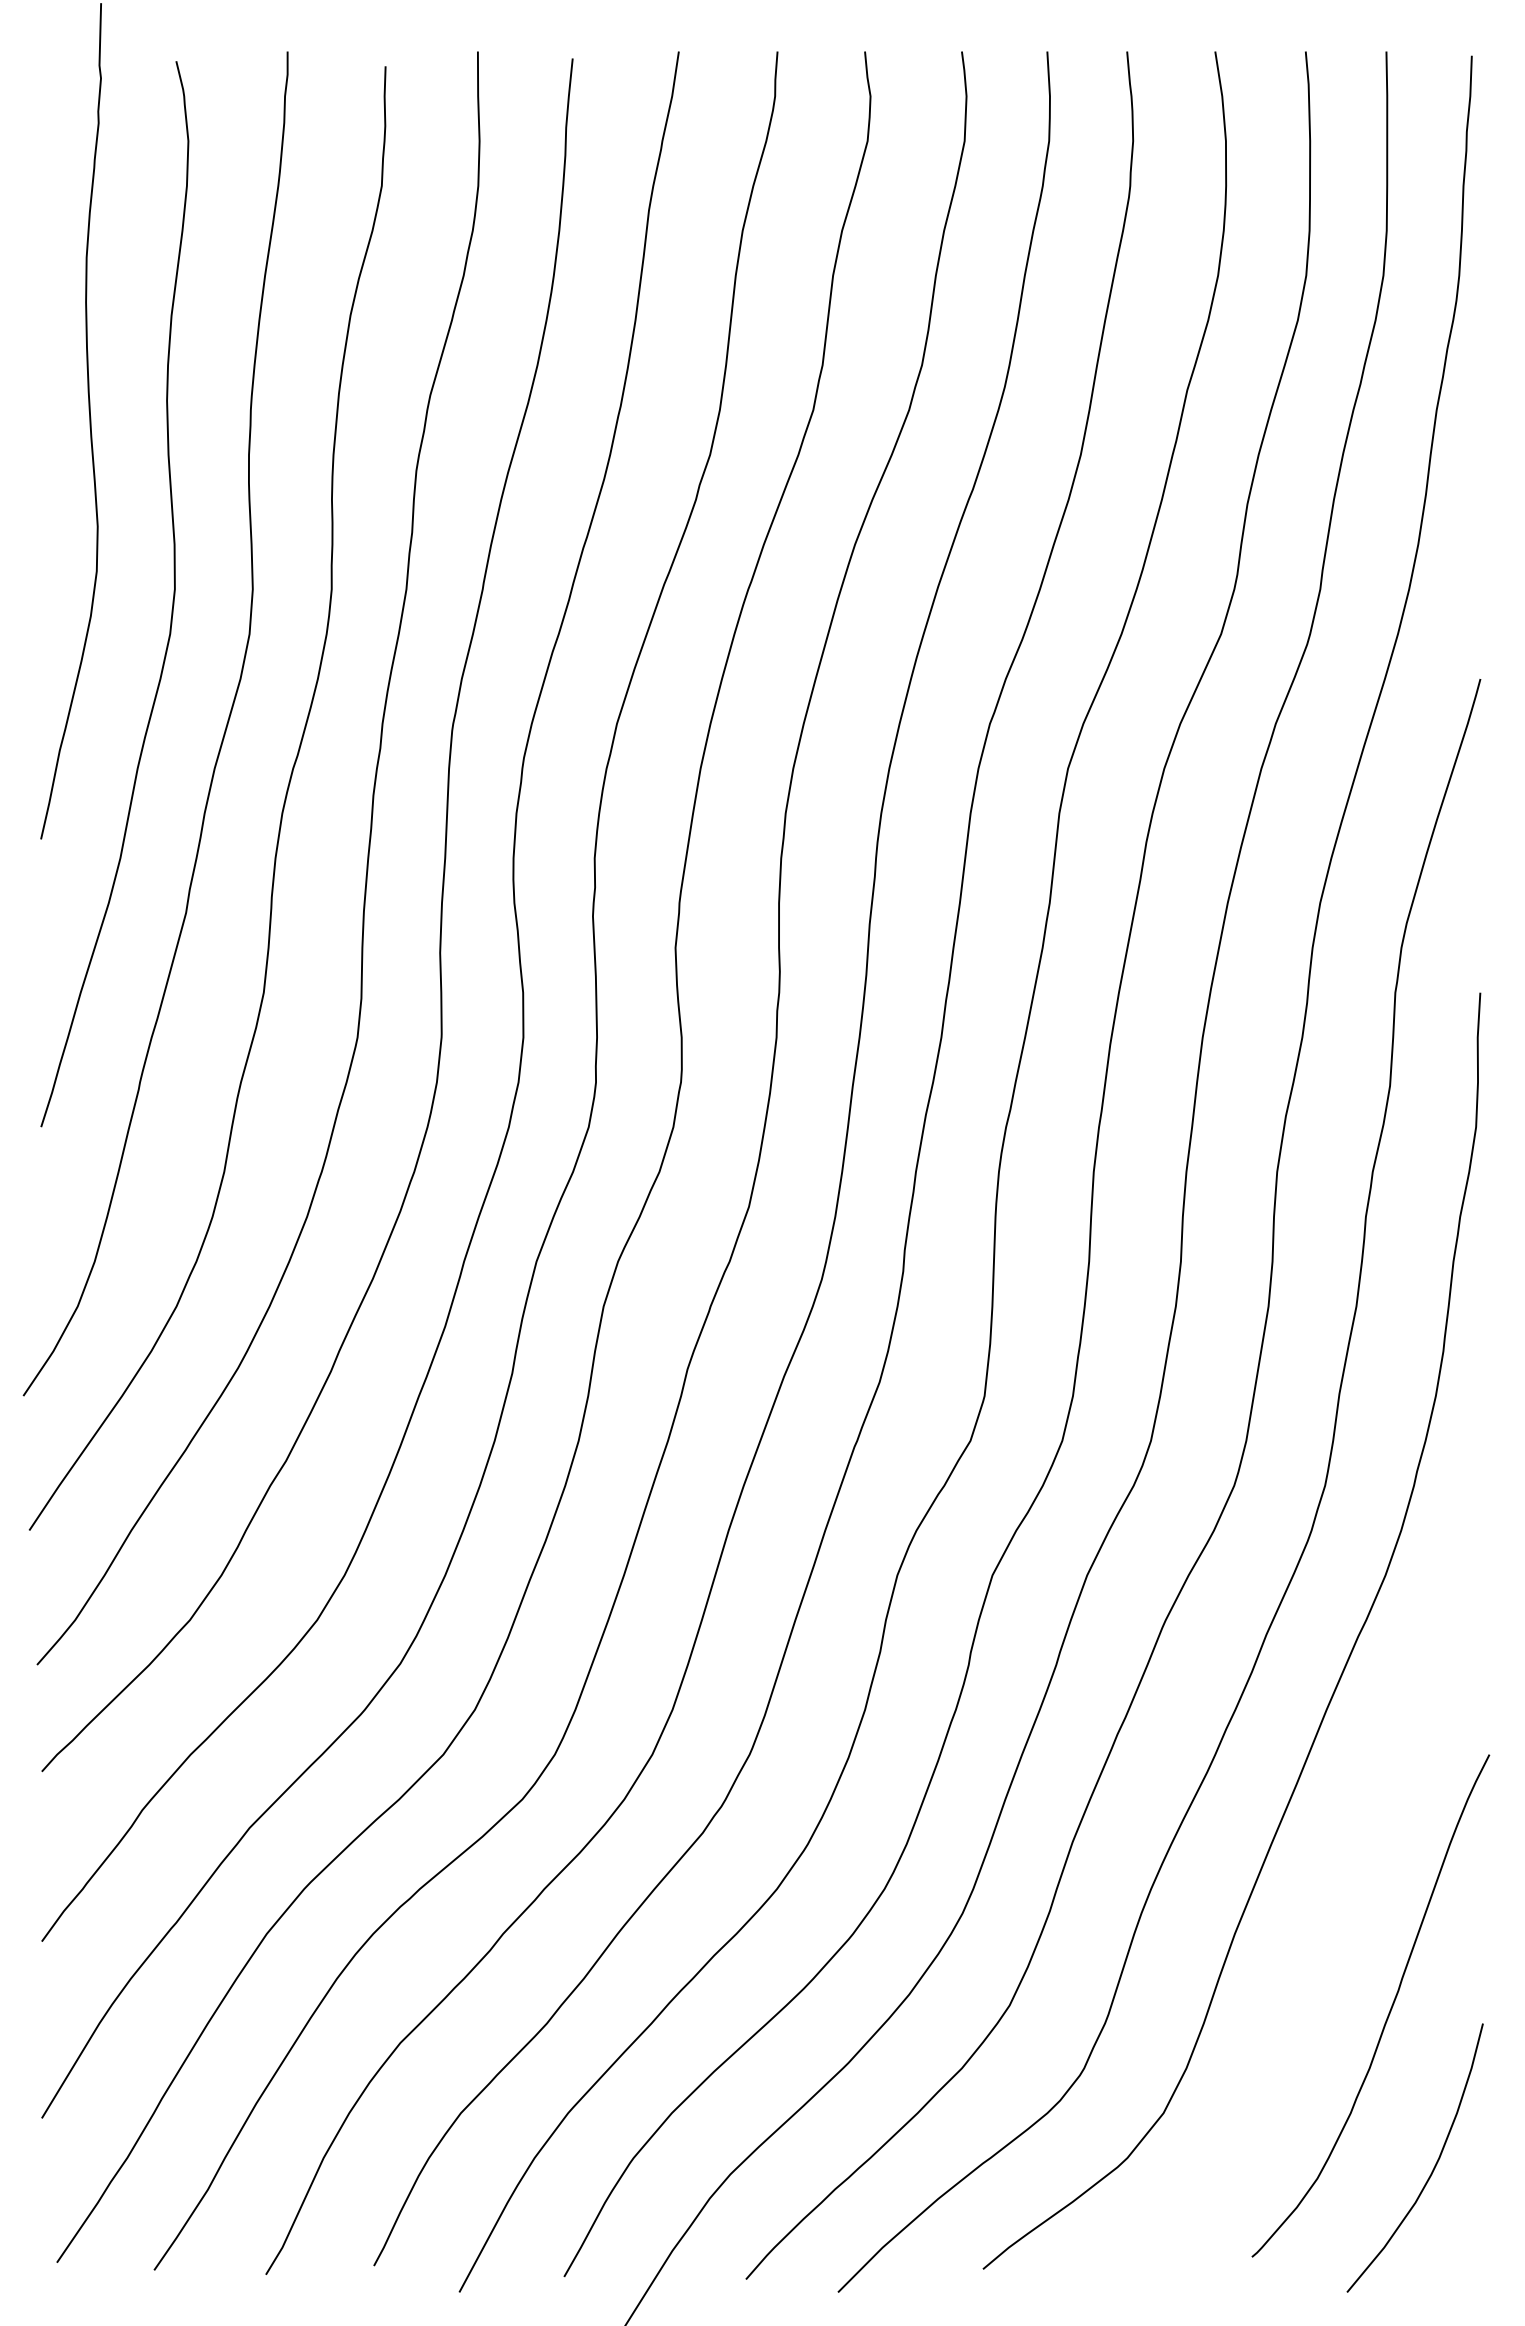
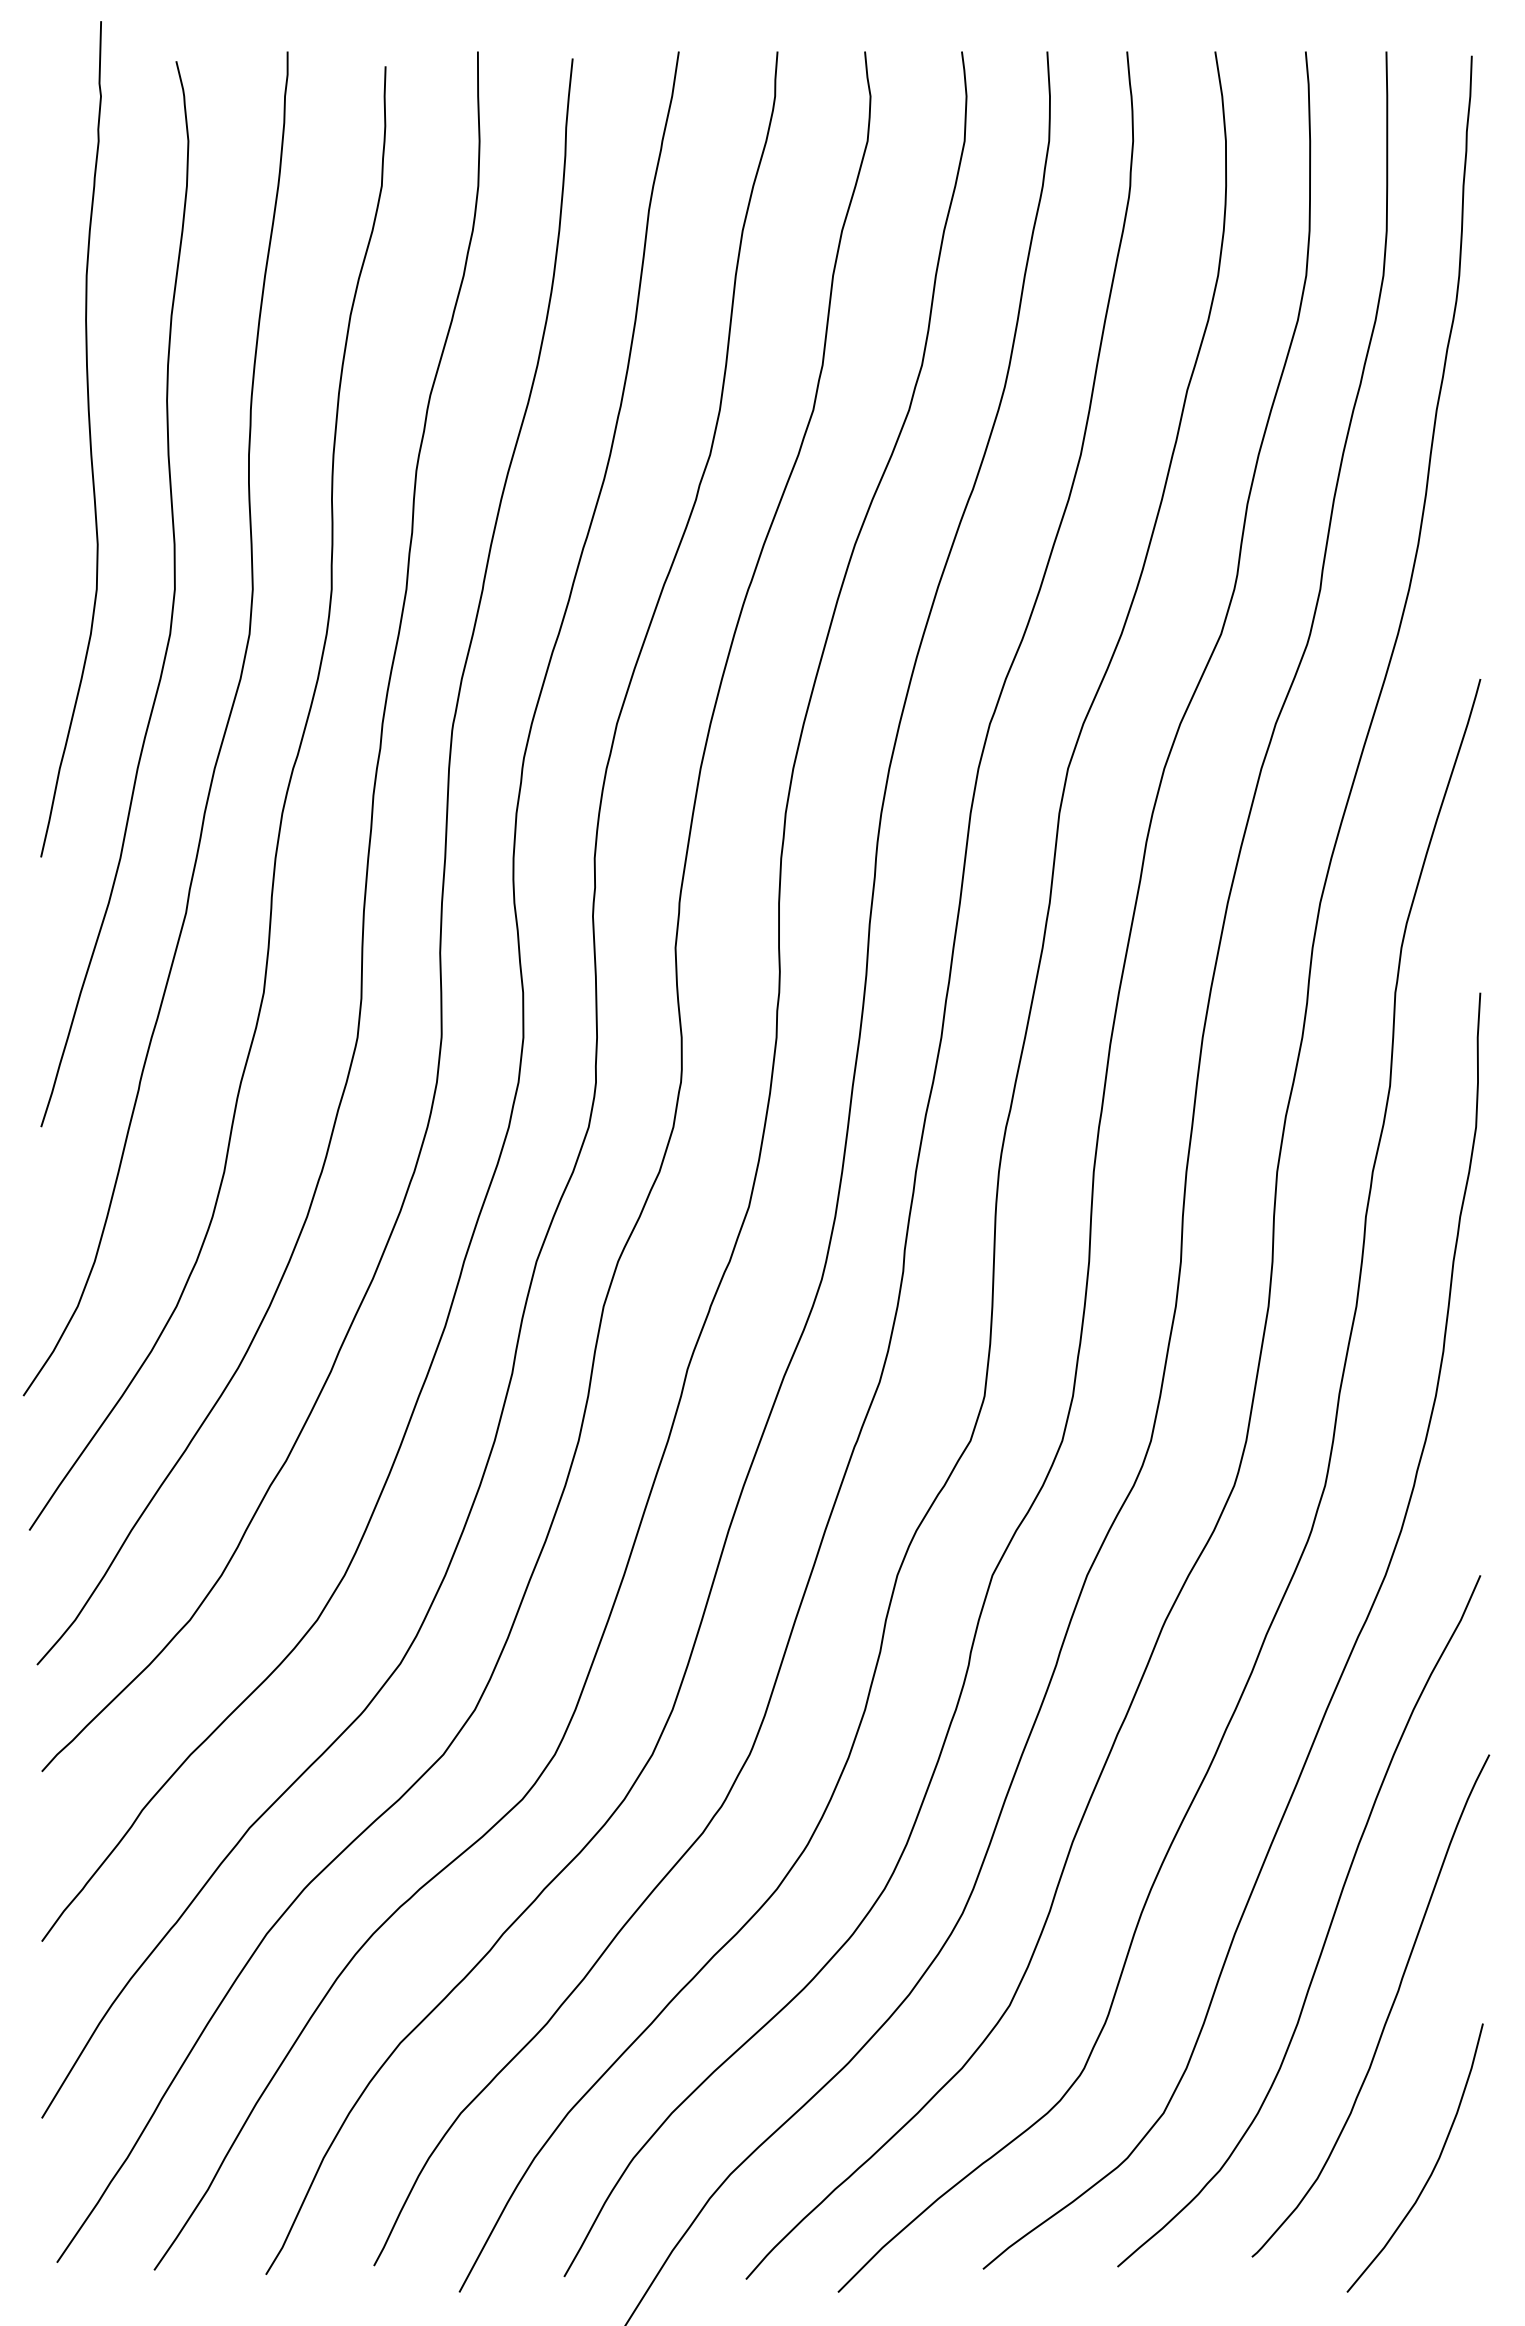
curve at (89, 421) position: (89, 421) -> (89, 439)
curve at (1327, 1930): none -> present
